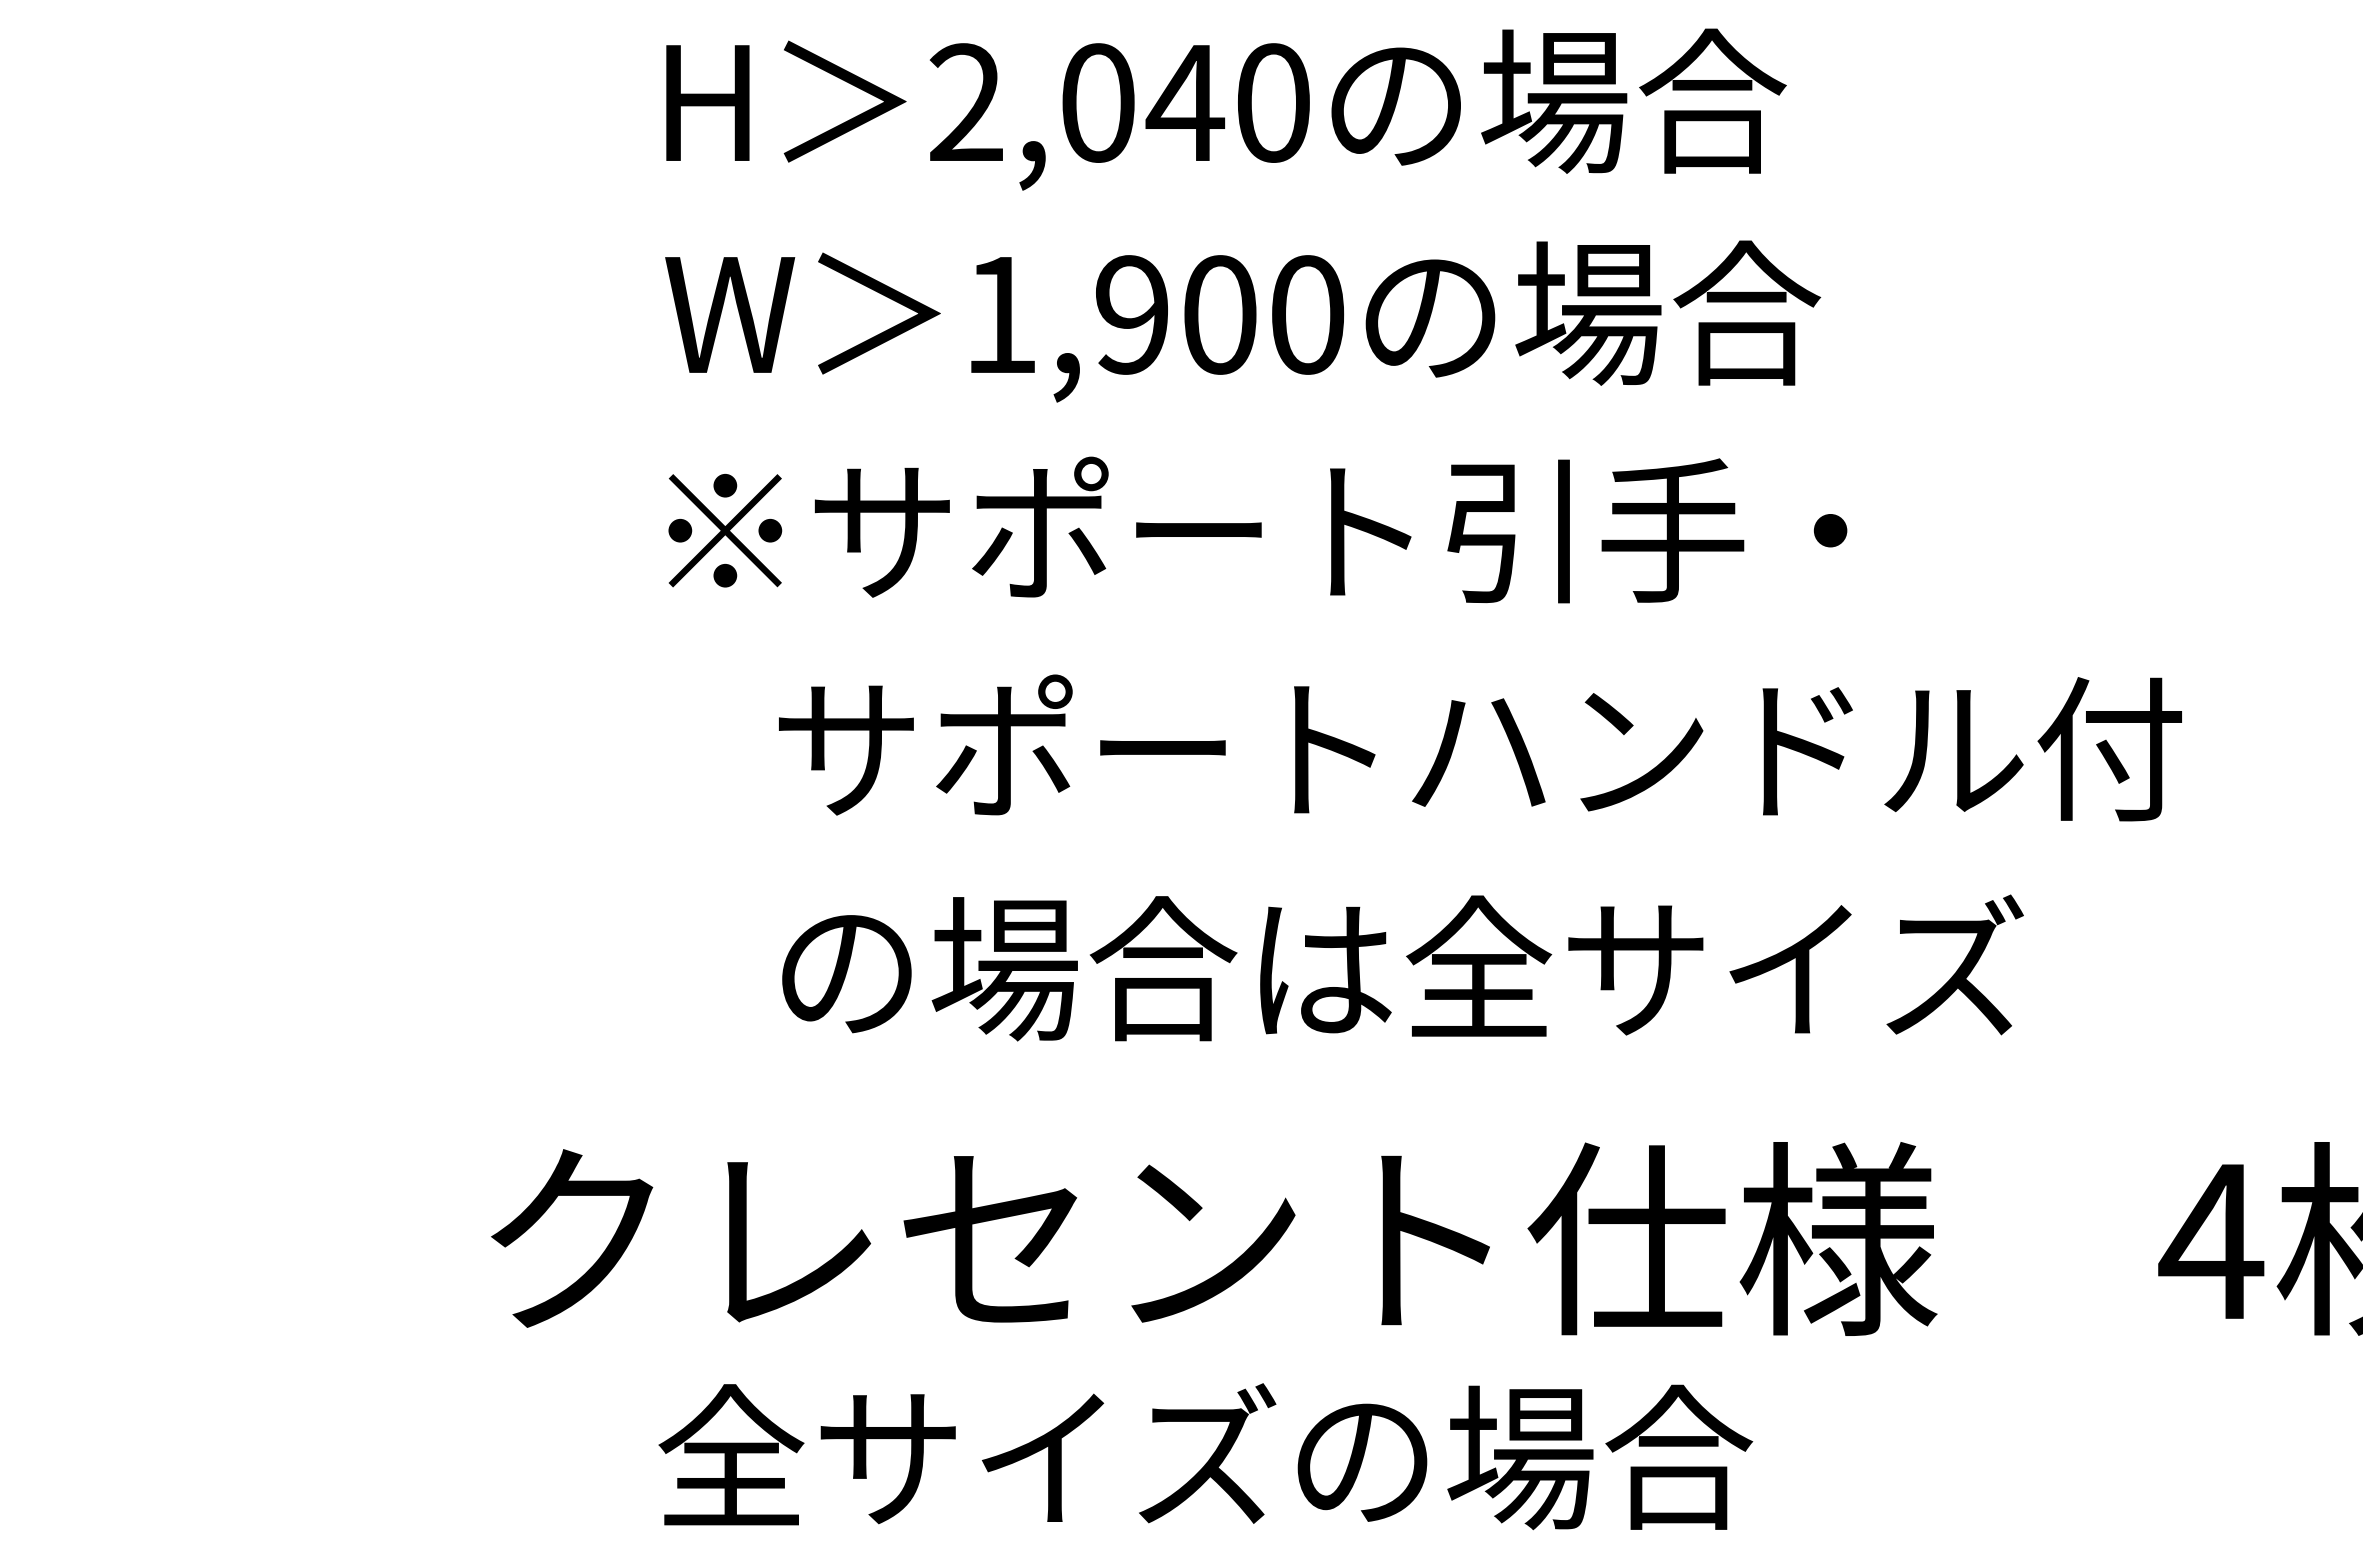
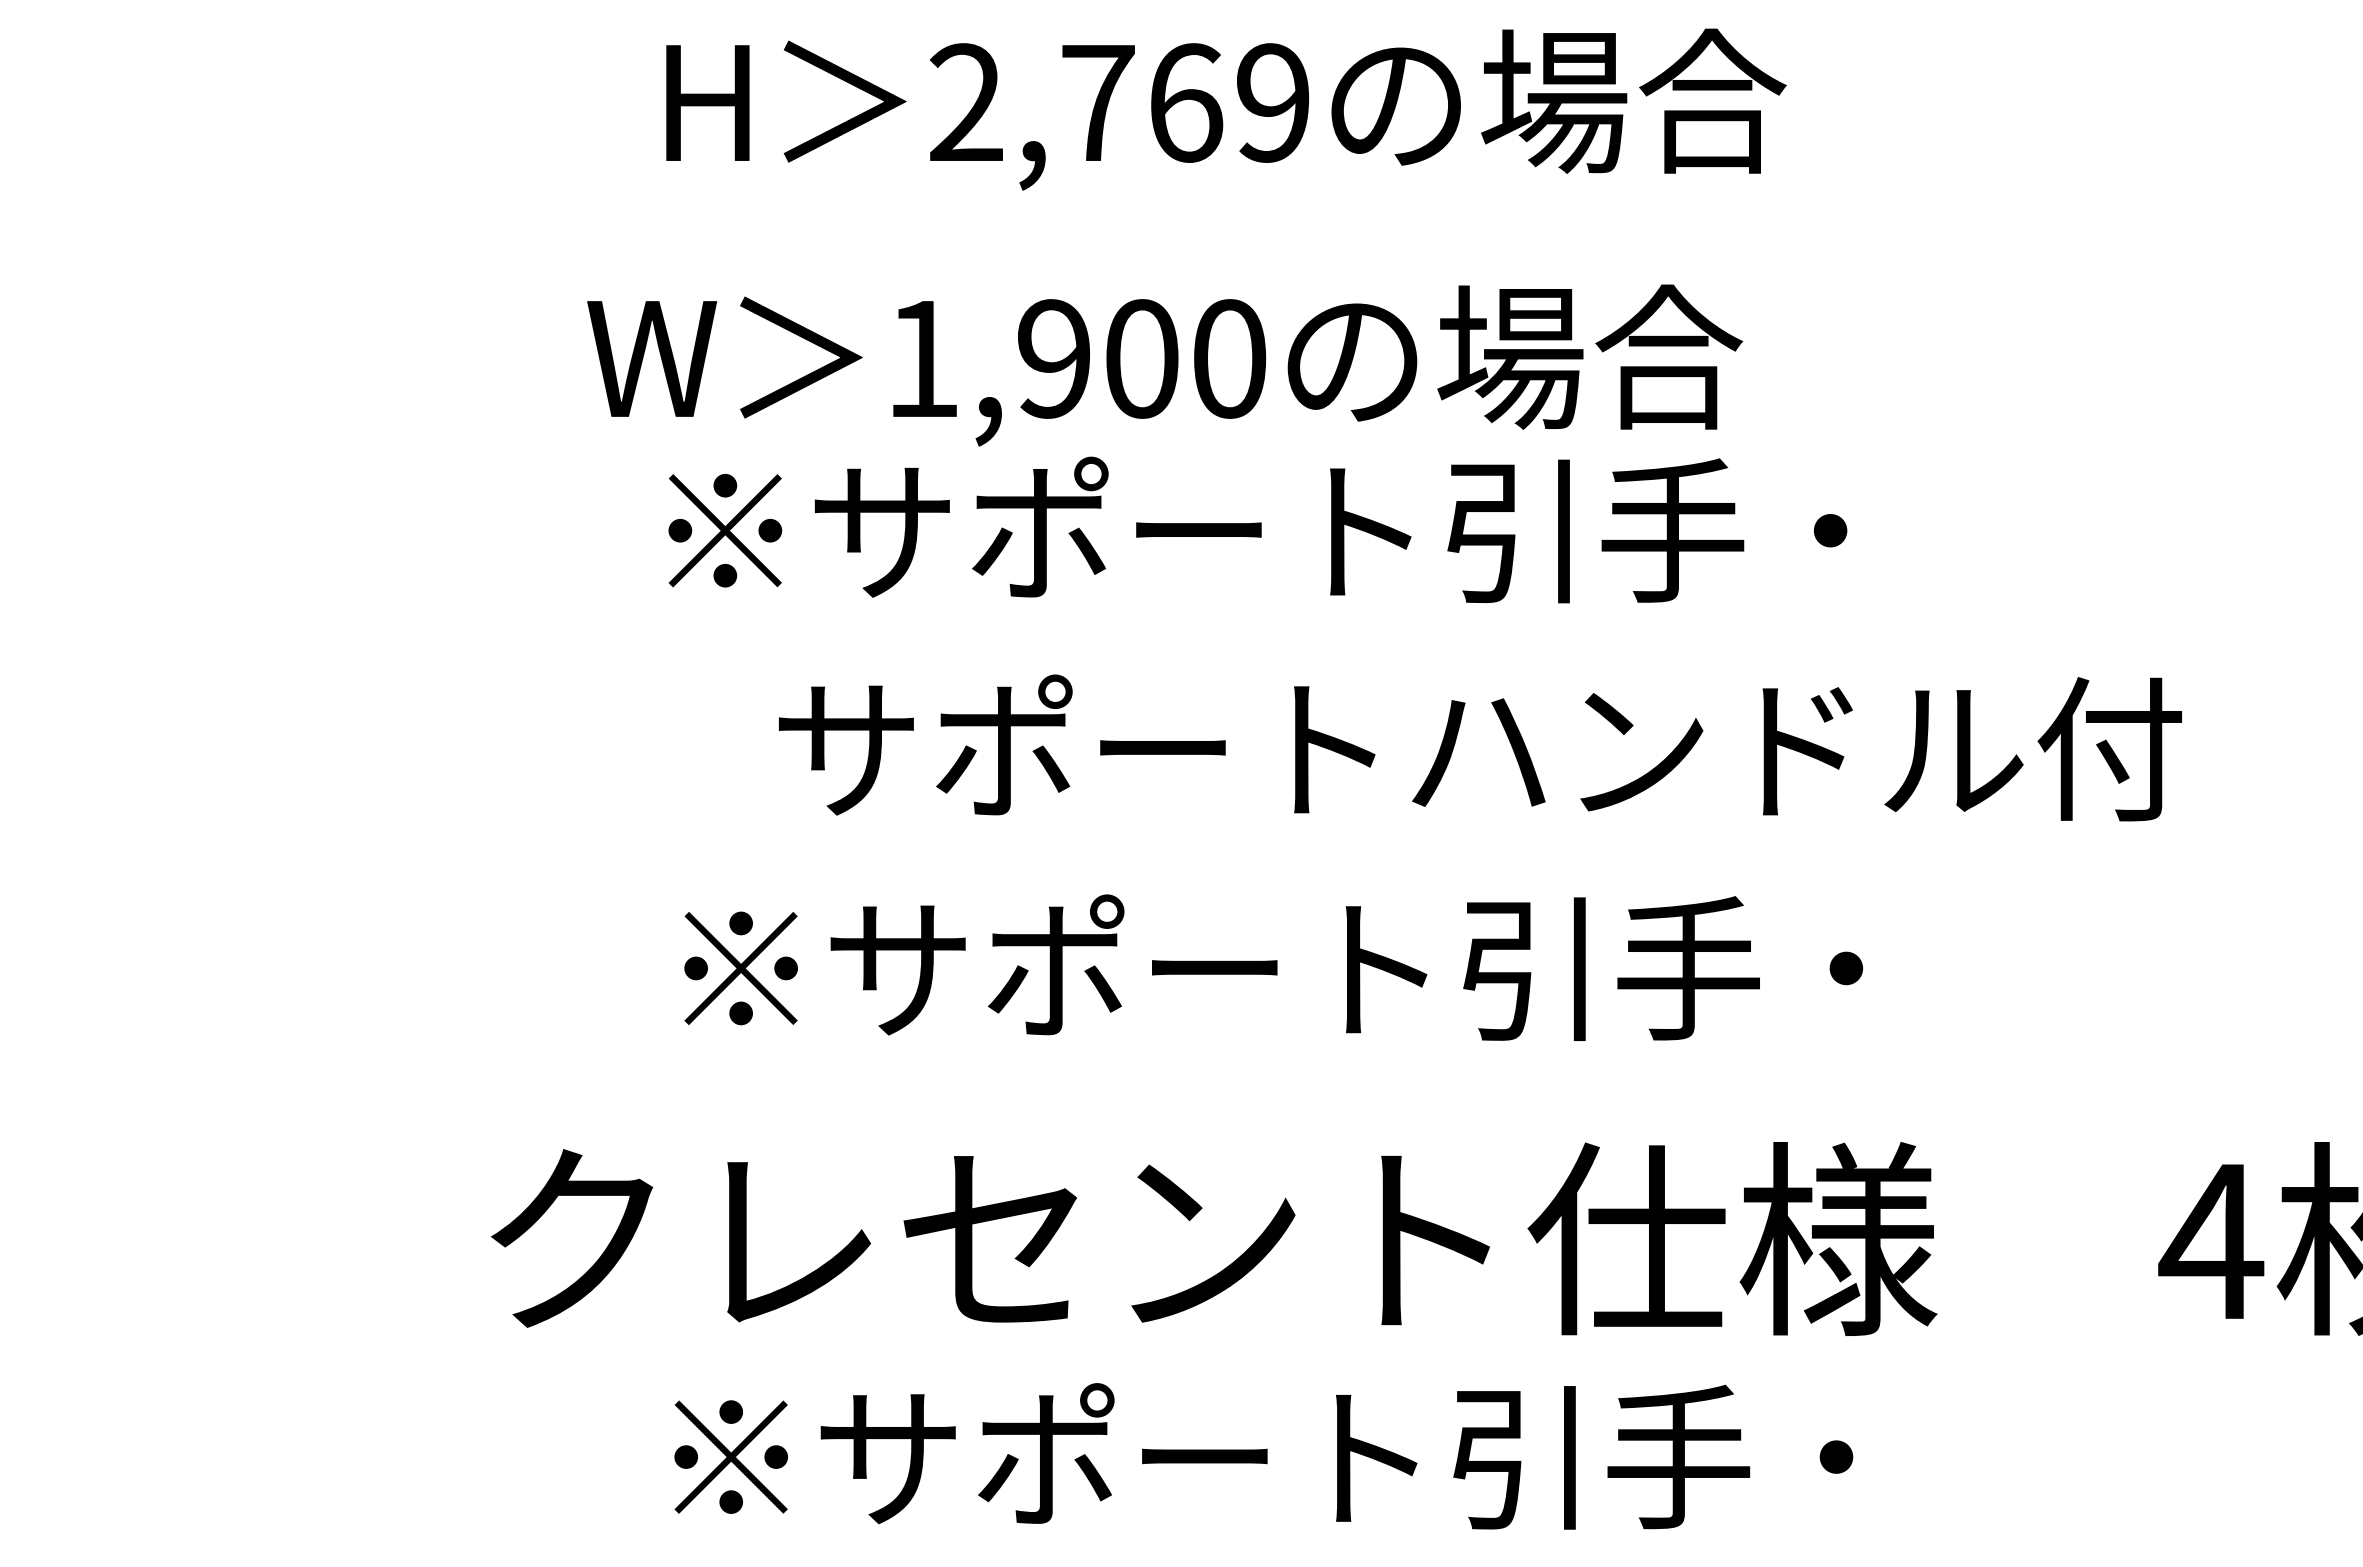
text at (1185, 102): 2,040 -> 2,769
text at (1243, 321) position: (1243, 321) -> (1165, 365)
text at (1353, 967): の場合は全サイズ -> ※サポート引手・
text at (1255, 1456): 全サイズの場合 -> ※サポート引手・
